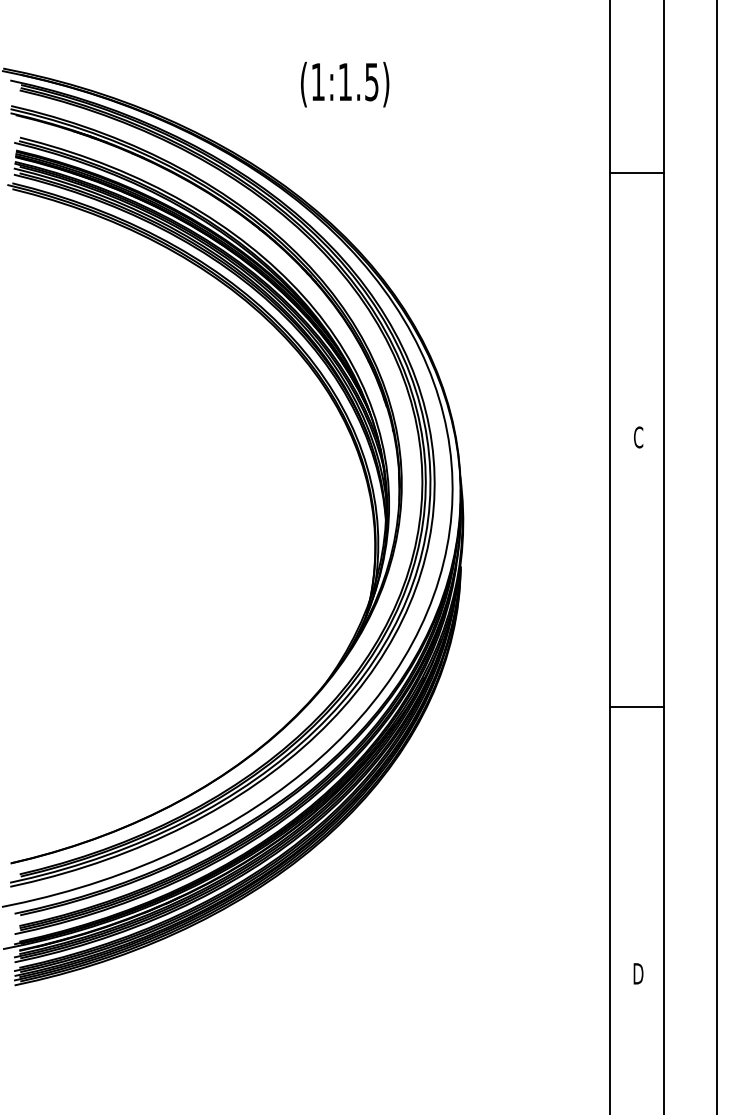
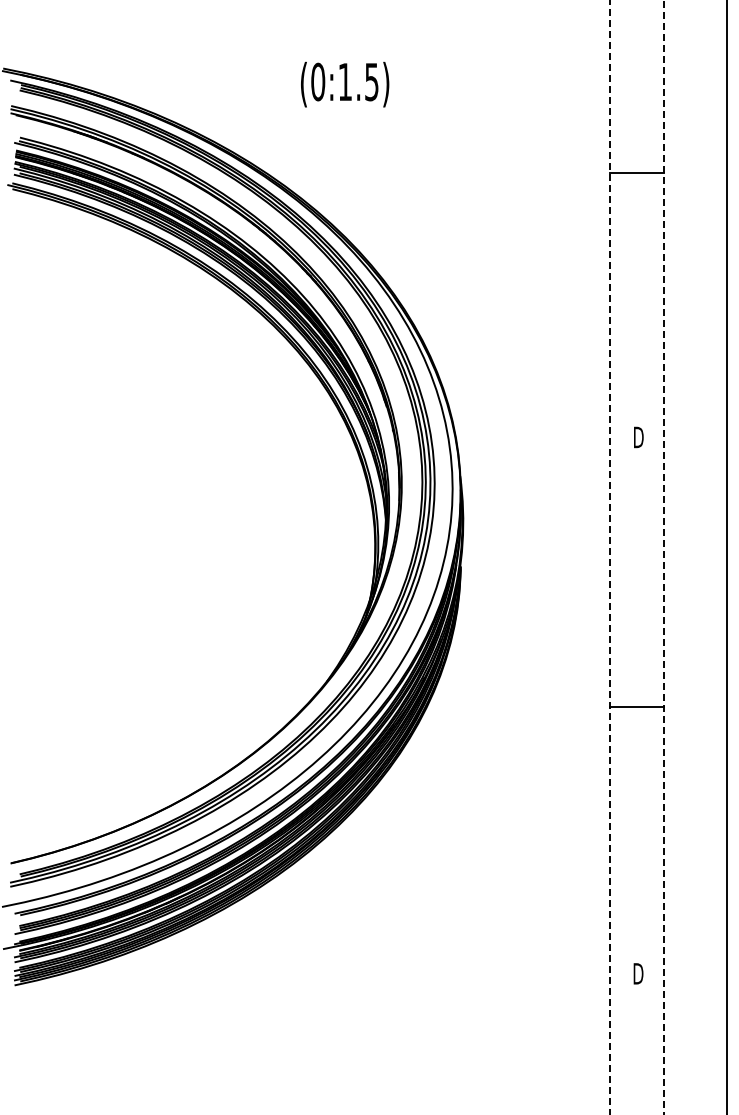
text at (318, 81): (1:1.5) -> (0:1.5)
text at (638, 437): C -> D
line at (716, 556) position: (716, 556) -> (726, 556)
line at (610, 557): solid -> dashed
line at (663, 557): solid -> dashed
